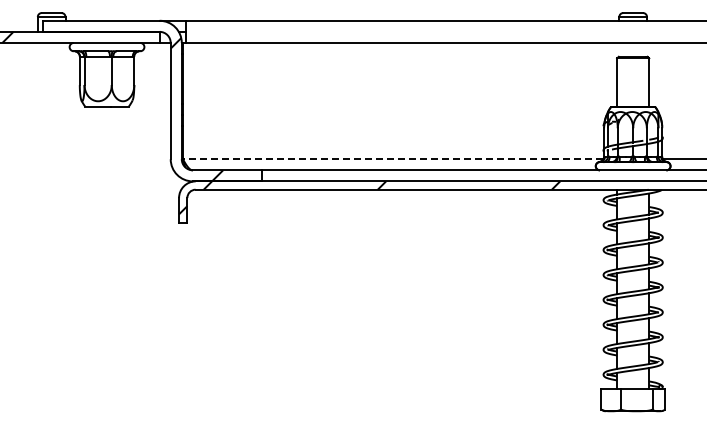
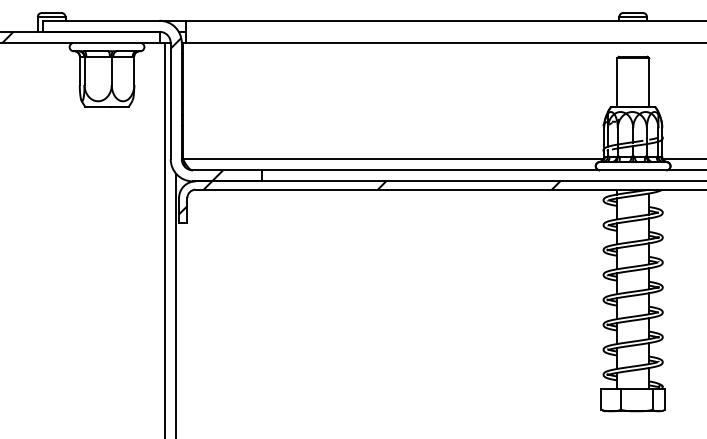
line at (392, 159): dashed -> solid
line at (165, 238): none -> present
line at (176, 304): none -> present
